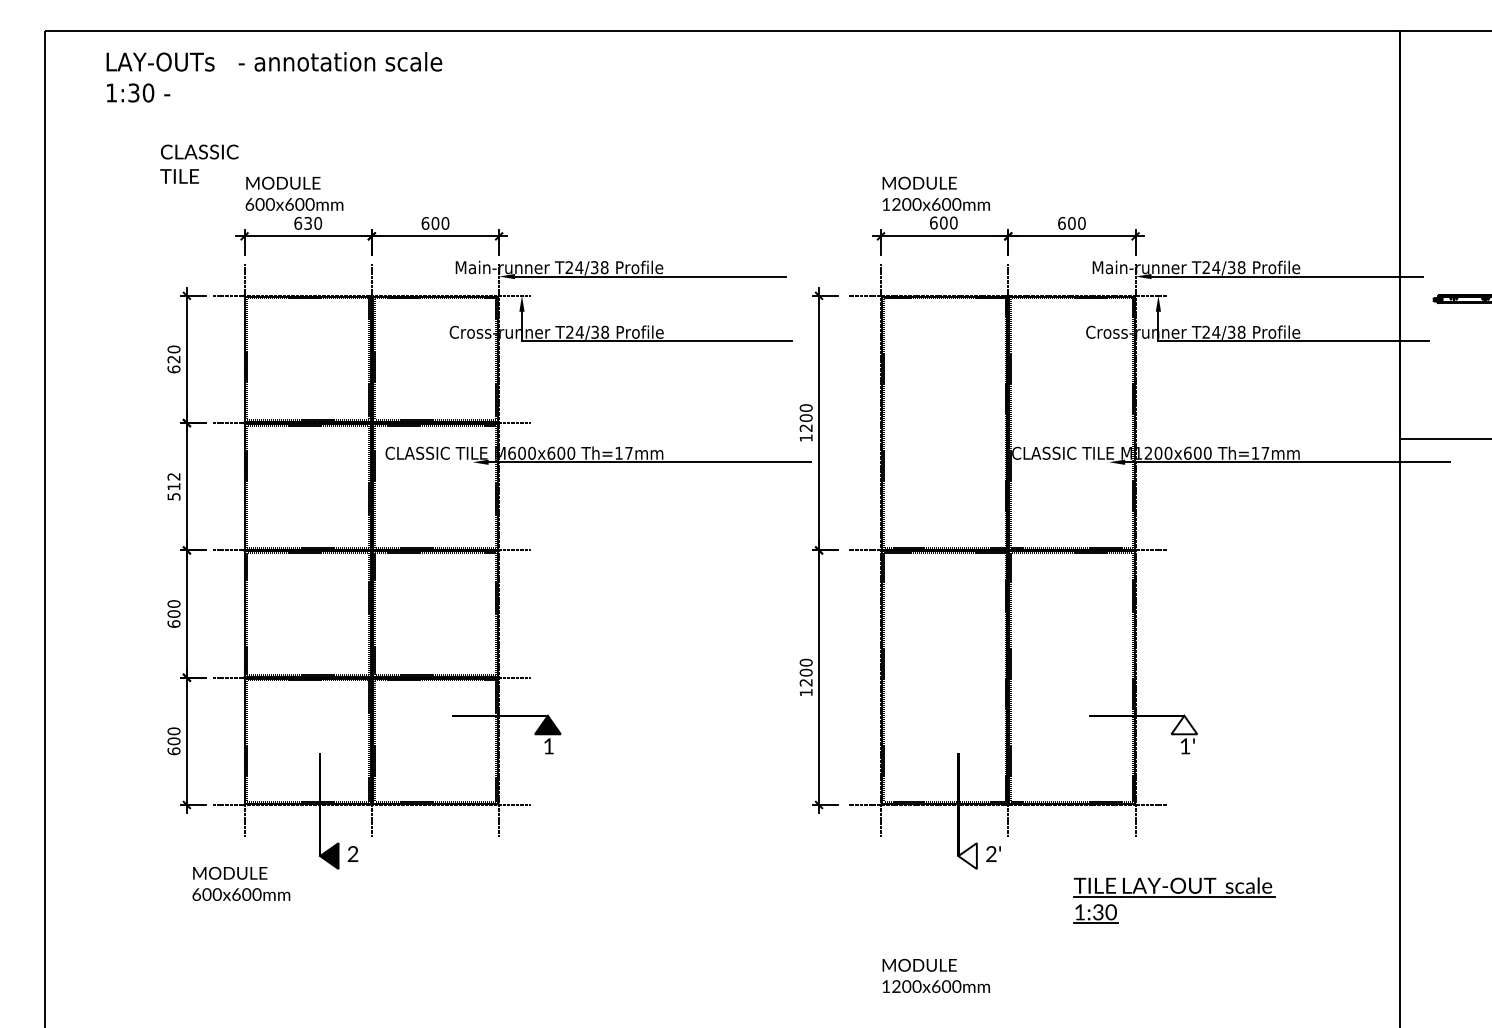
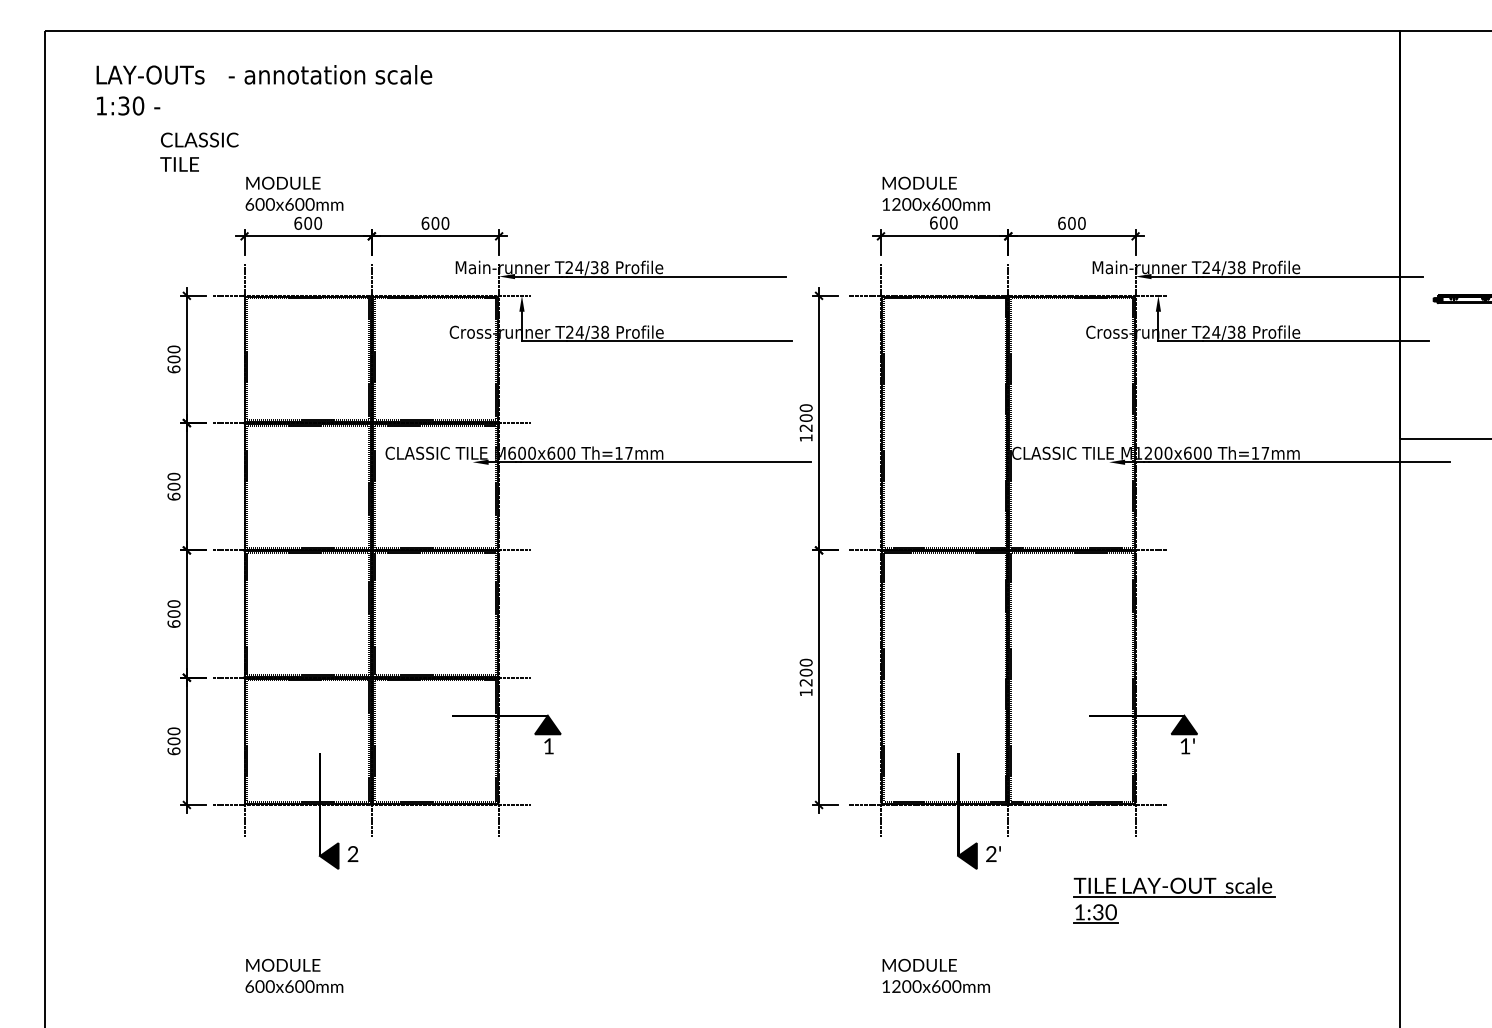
text at (274, 77) position: (274, 77) -> (264, 90)
text at (199, 163) position: (199, 163) -> (199, 151)
text at (308, 223): 630 -> 600
text at (173, 359): 620 -> 600
text at (173, 486): 512 -> 600
fill at (1184, 724): none -> present
fill at (967, 856): none -> present
text at (241, 883) position: (241, 883) -> (294, 975)
